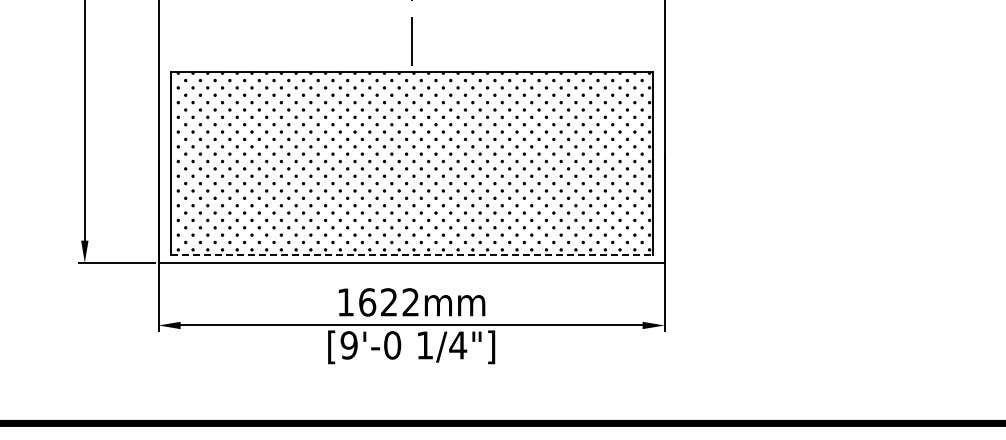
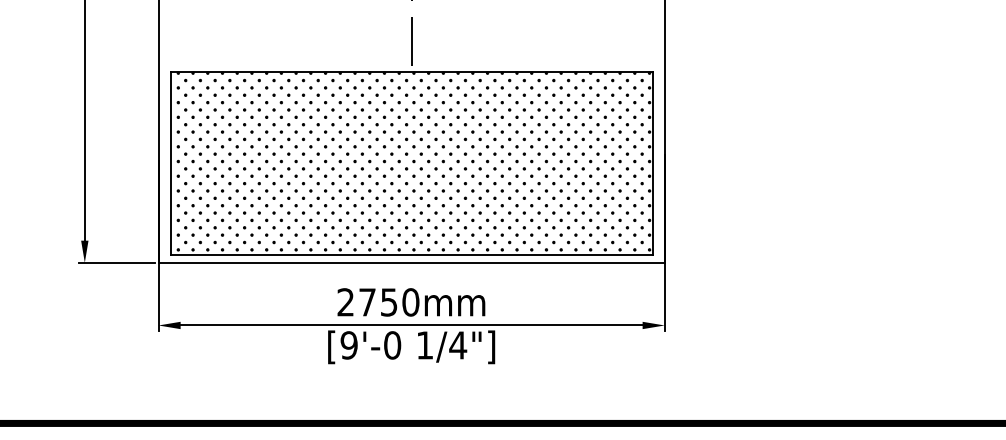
line at (412, 255): dashed -> solid
text at (378, 302): 1622mm -> 2750mm
